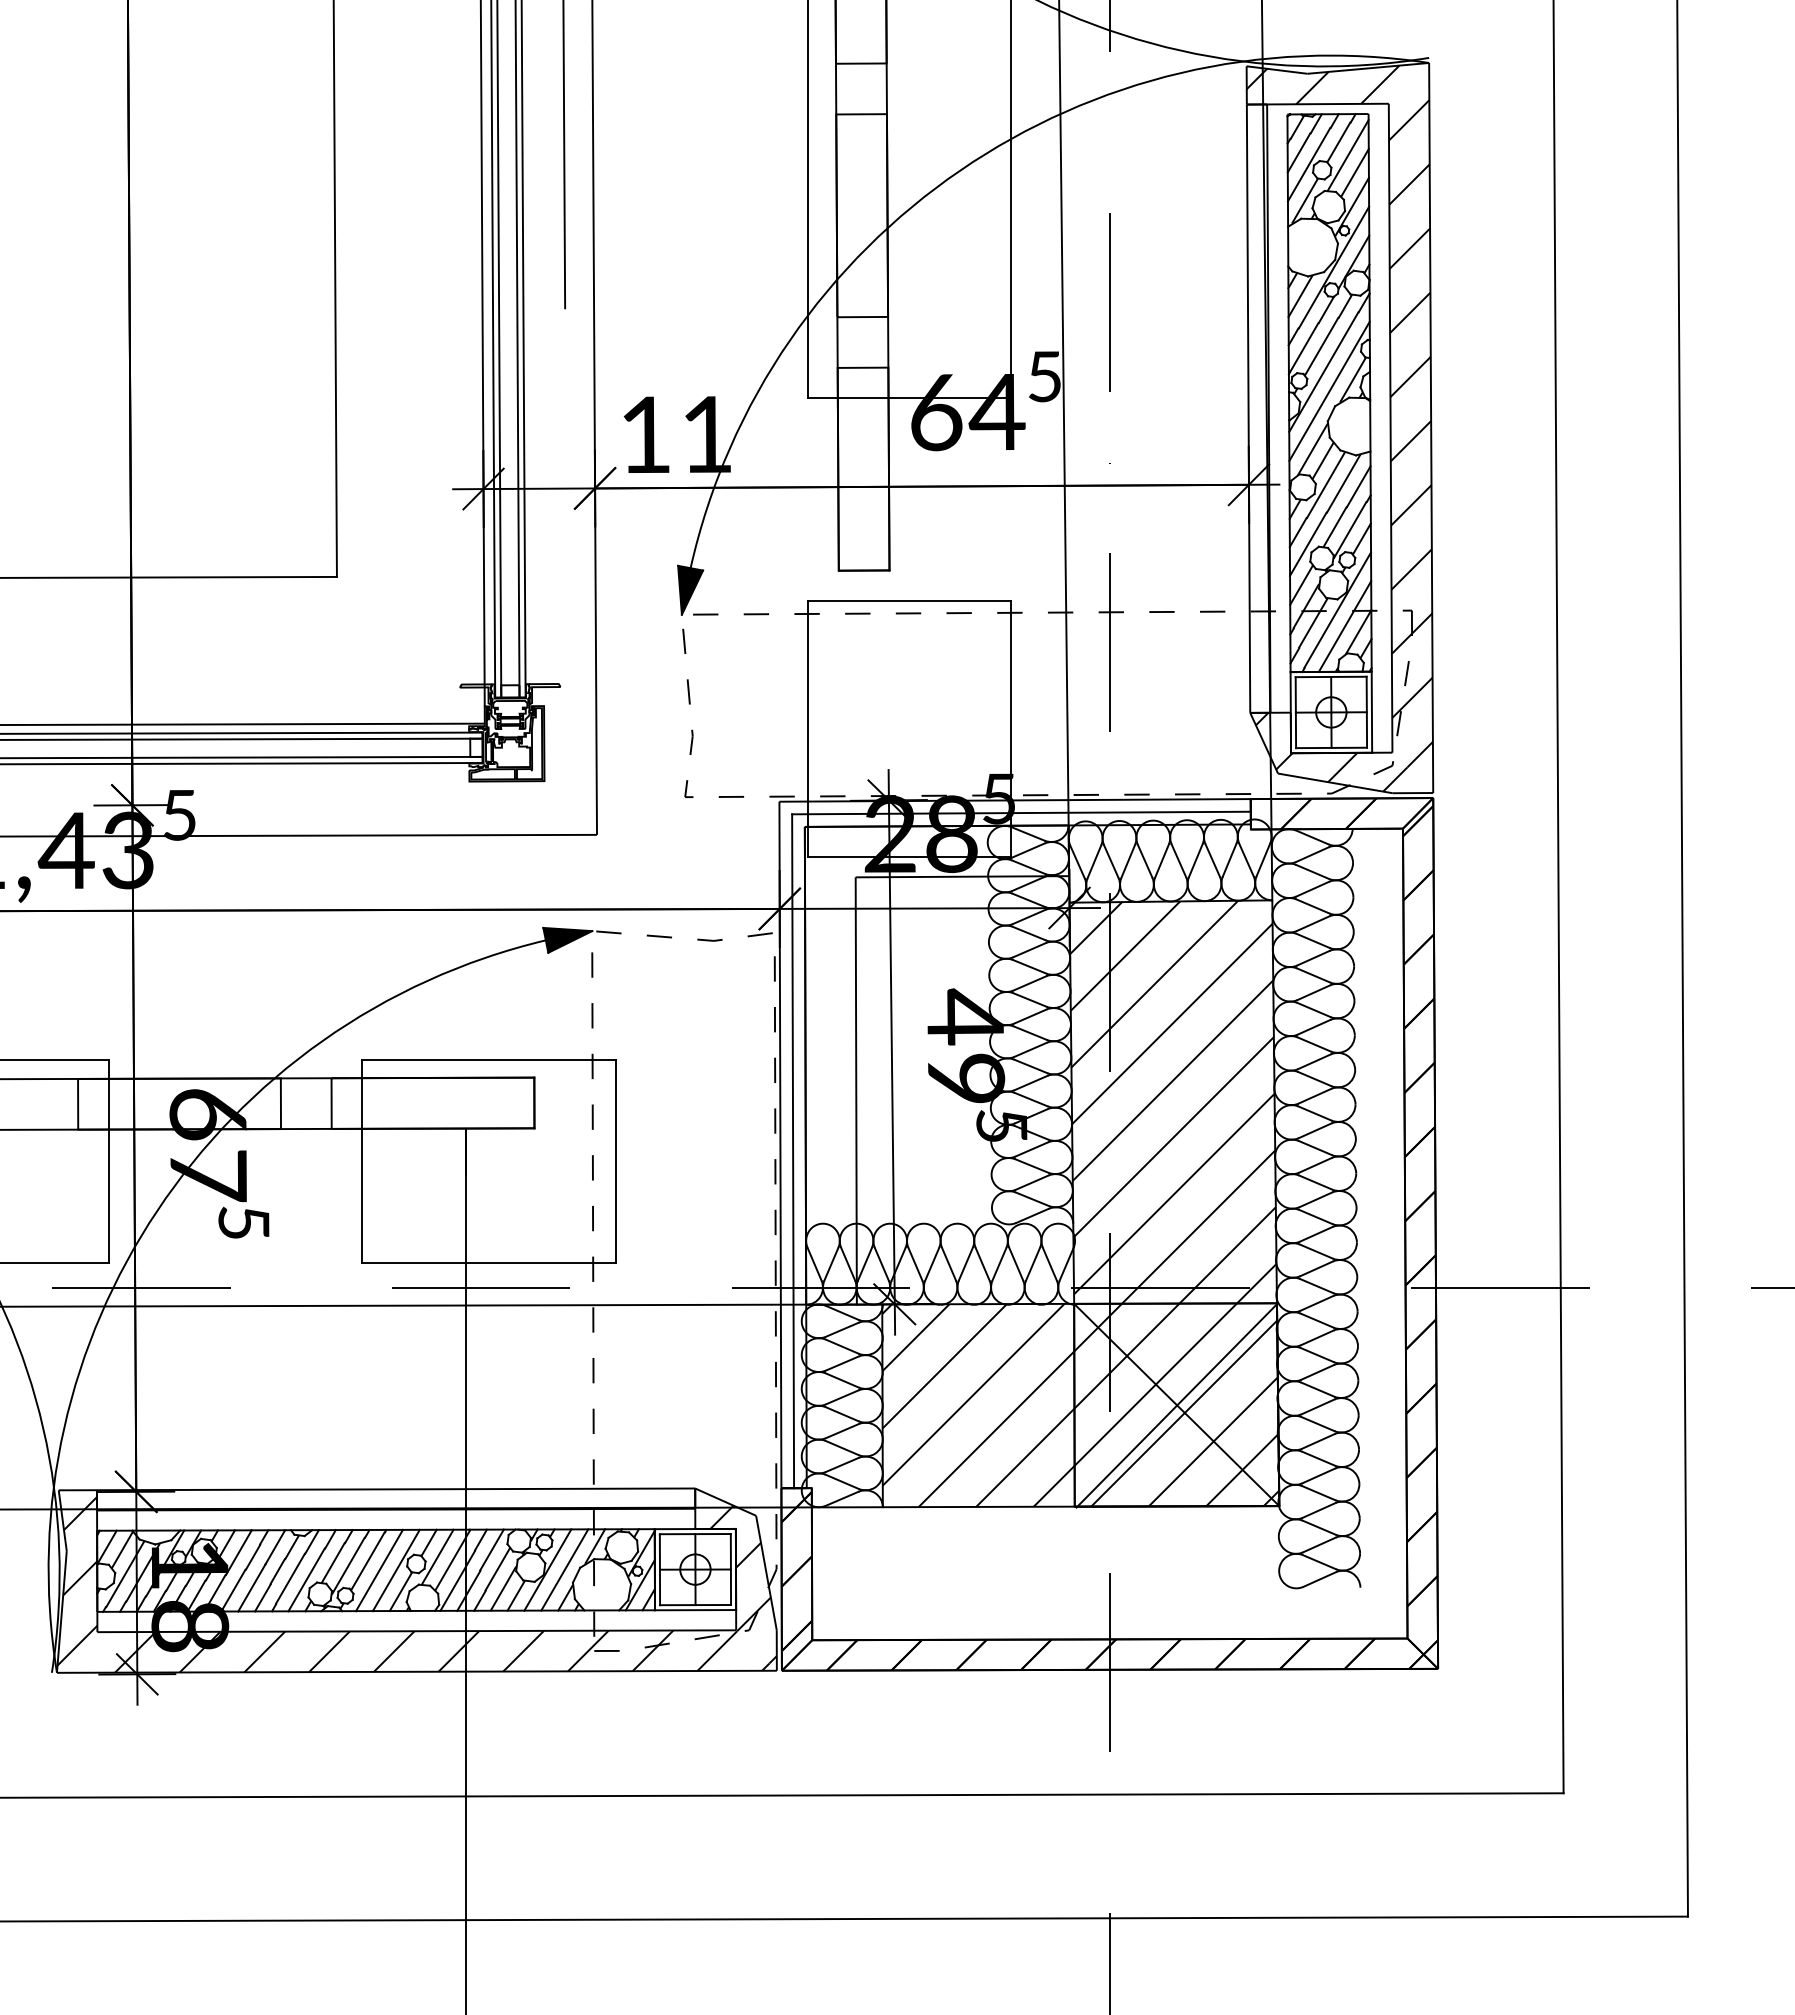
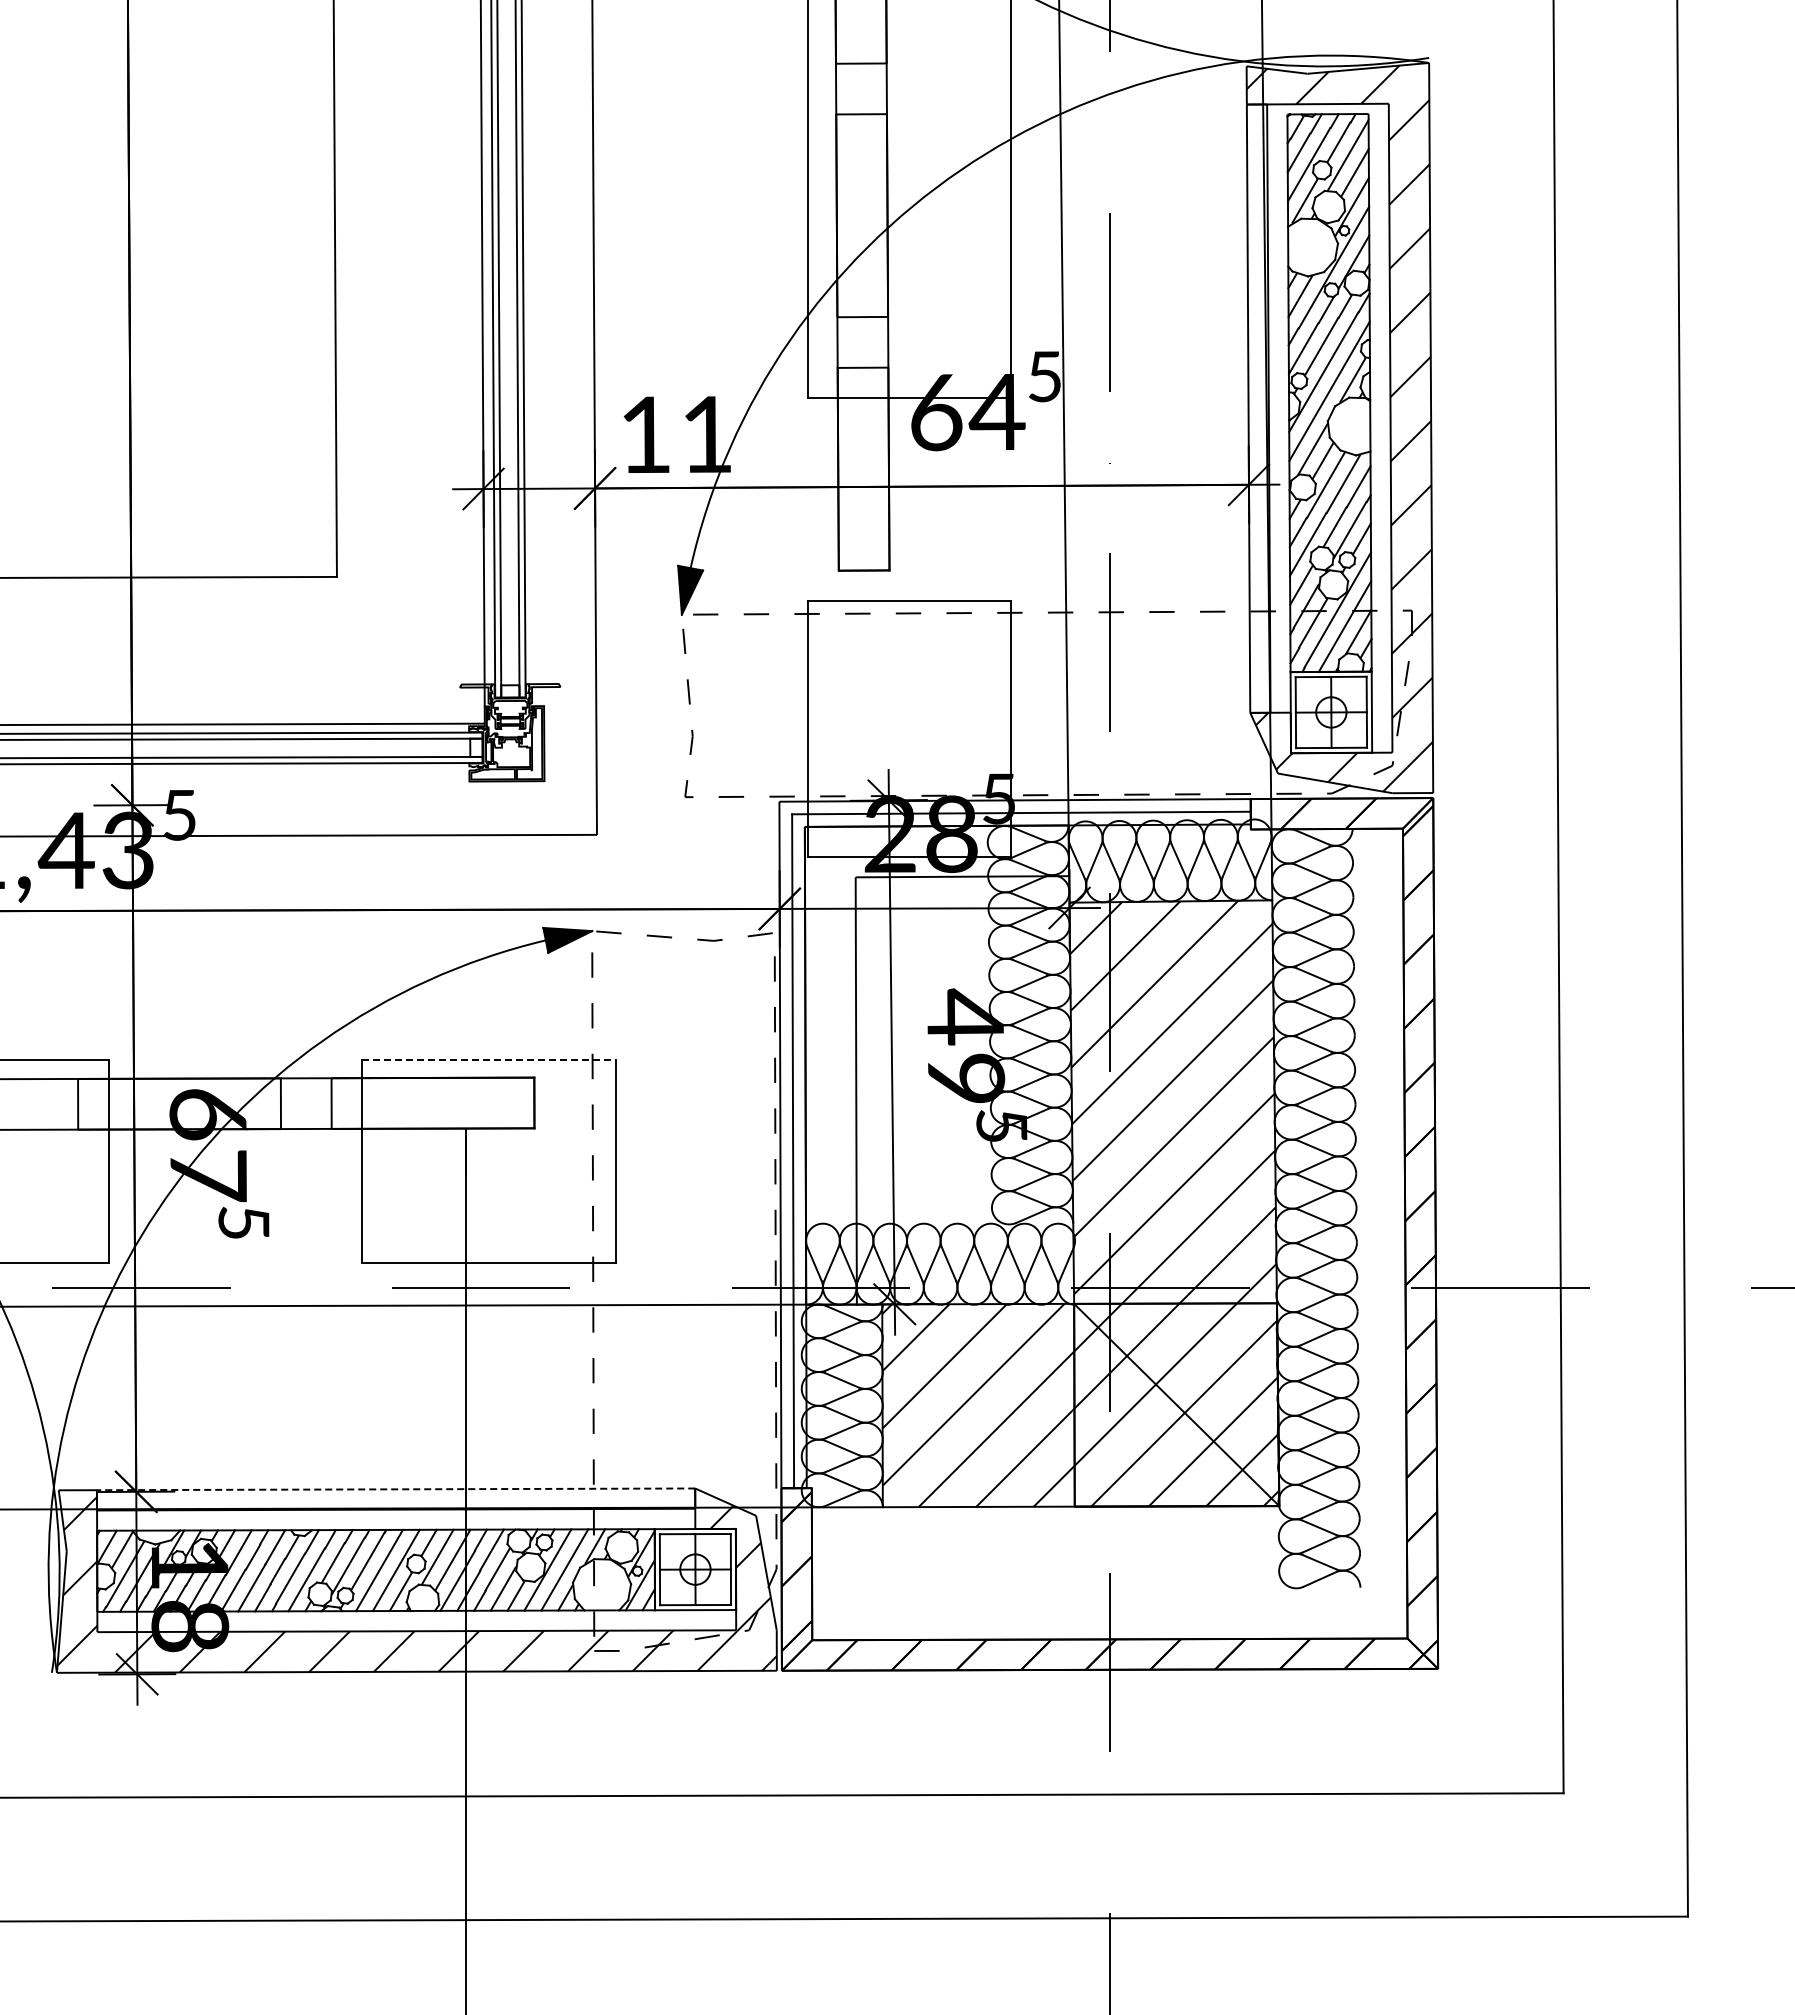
line at (564, 155): present -> none
line at (488, 1060): solid -> dashed
line at (1176, 1405): present -> none
line at (395, 1489): solid -> dashed
